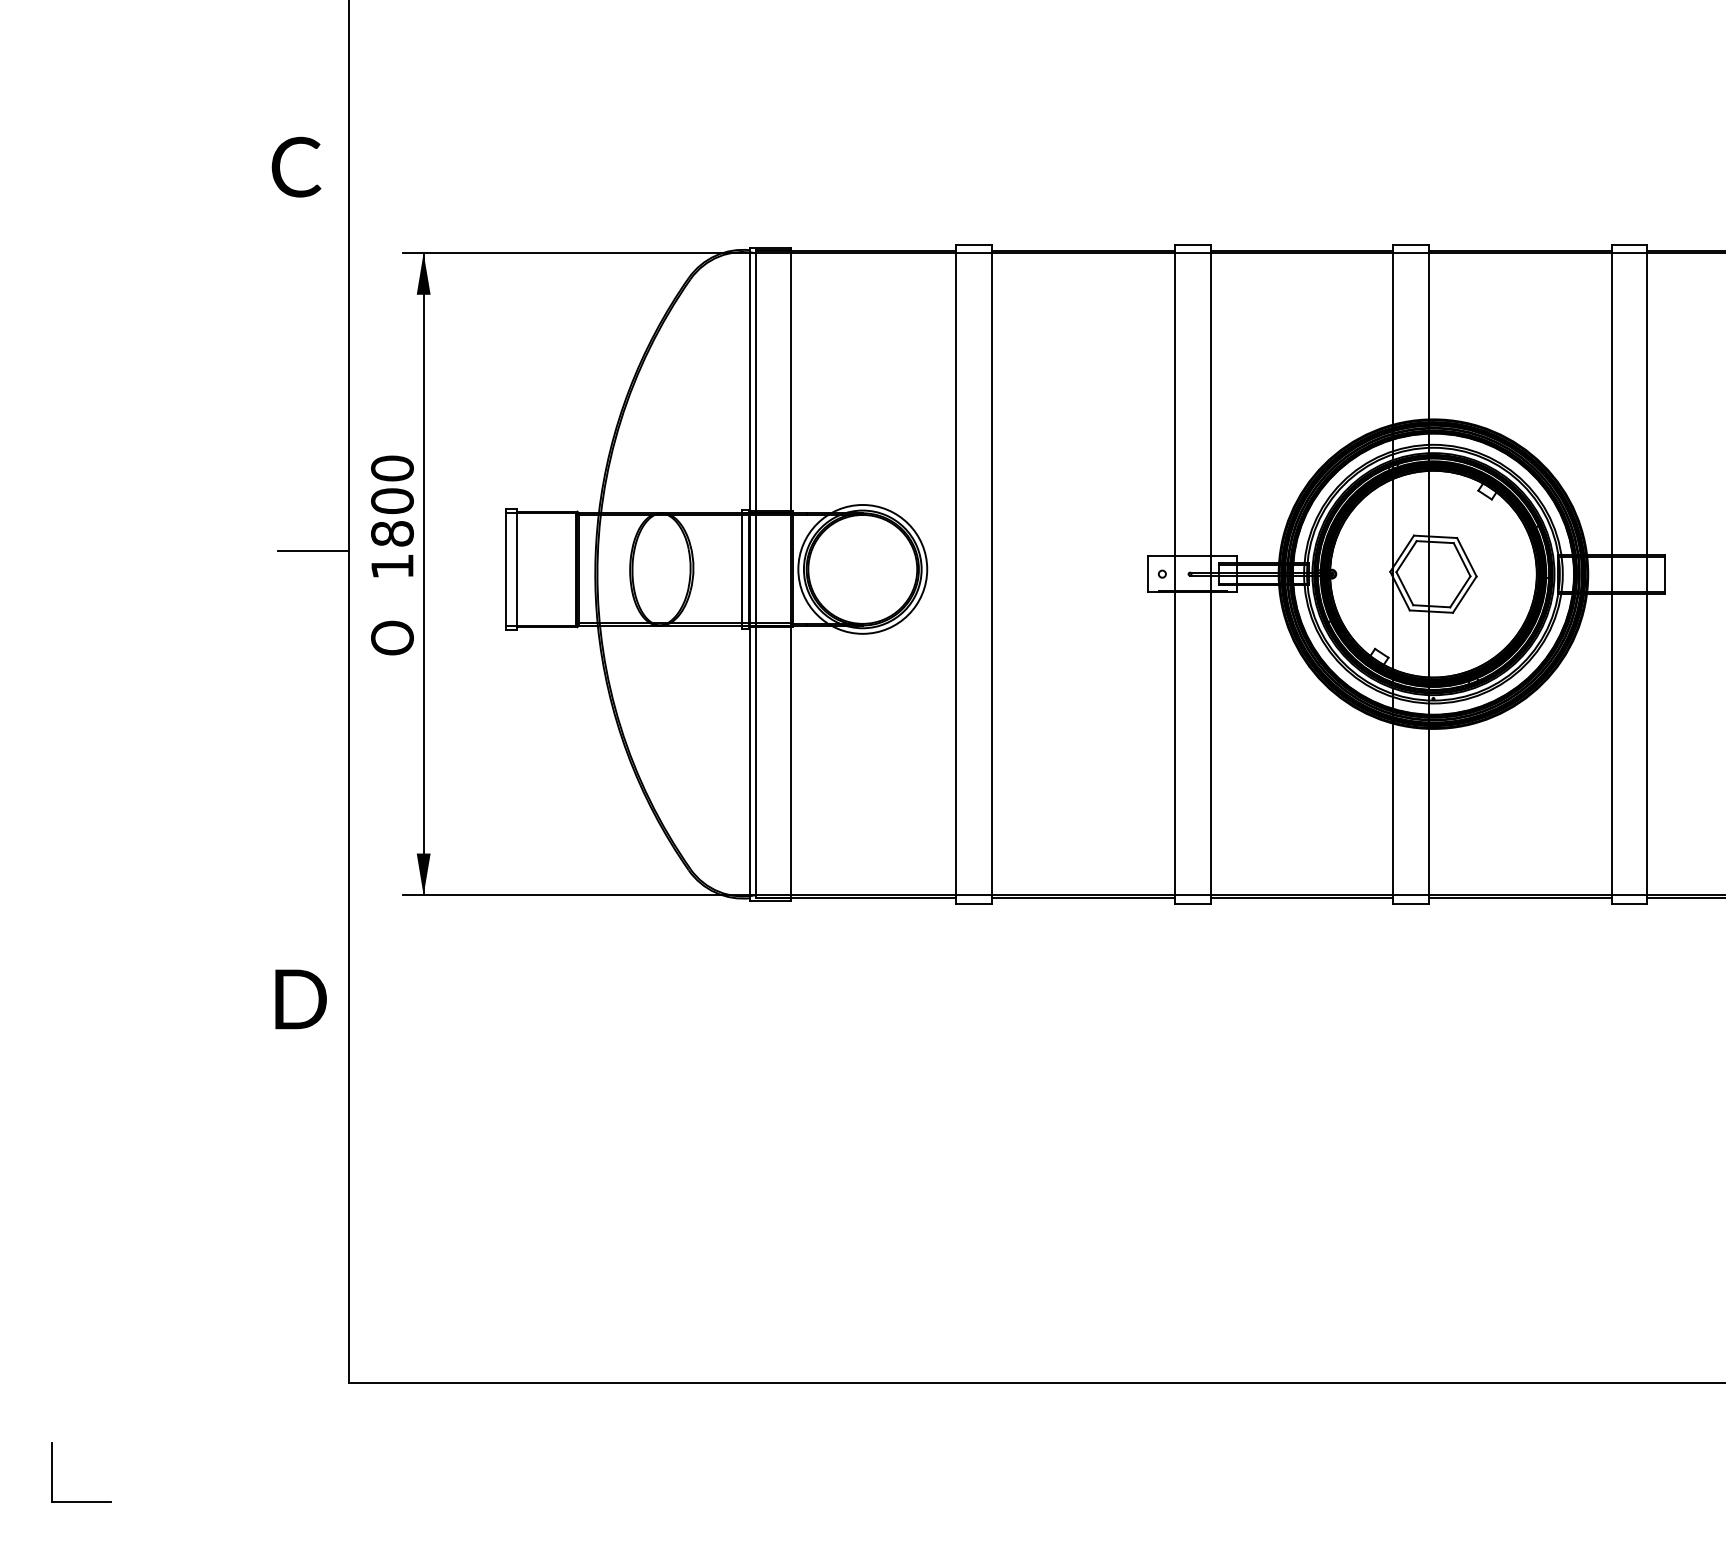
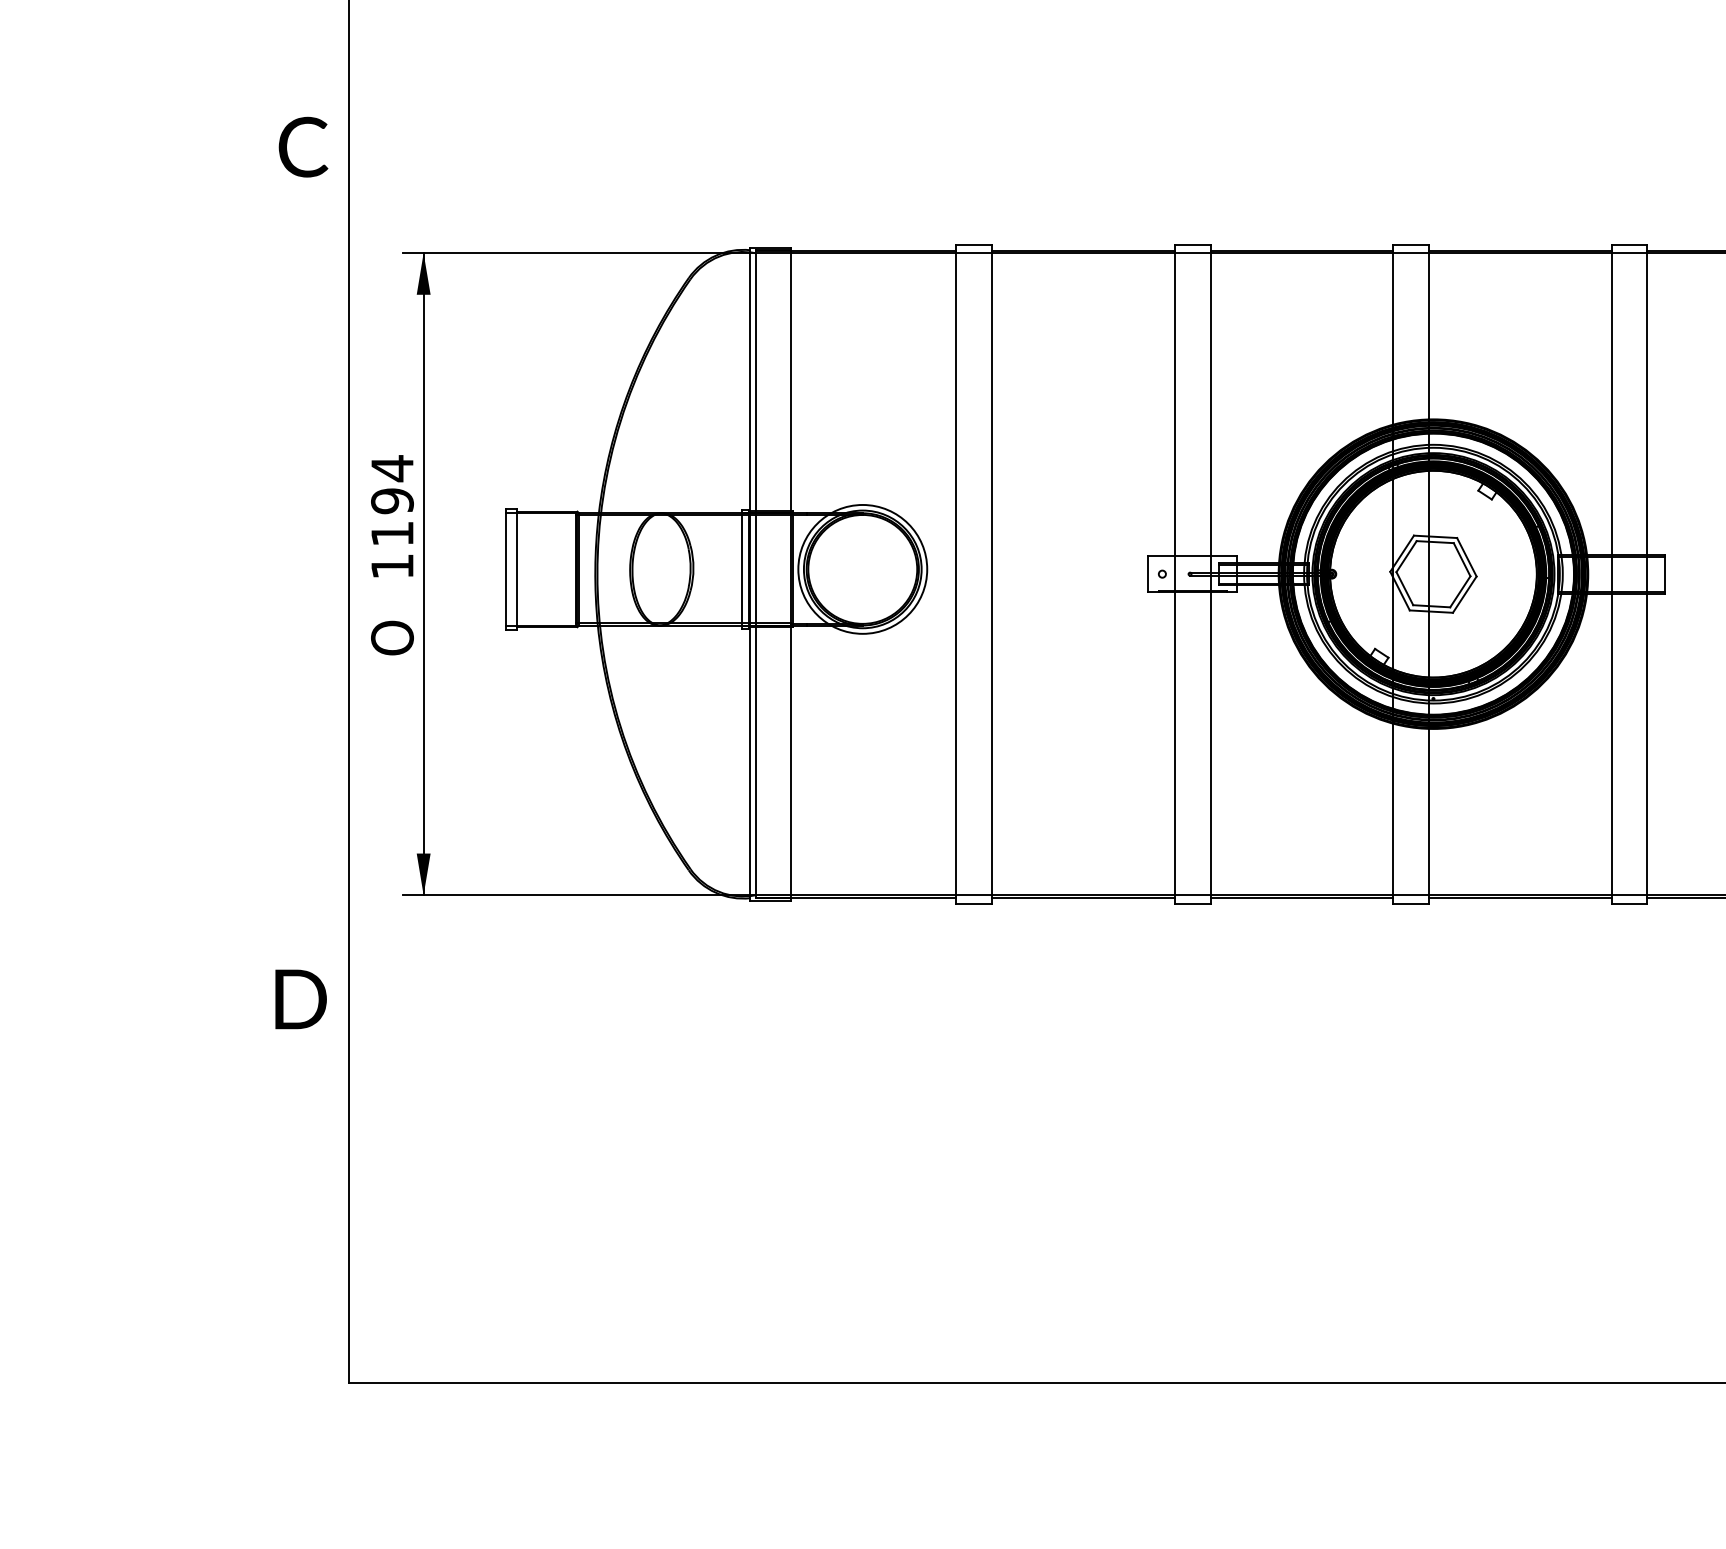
text at (296, 166) position: (296, 166) -> (303, 146)
text at (392, 500): 1800 -> 1194
line at (312, 551): present -> none
part at (52, 1472): present -> none
